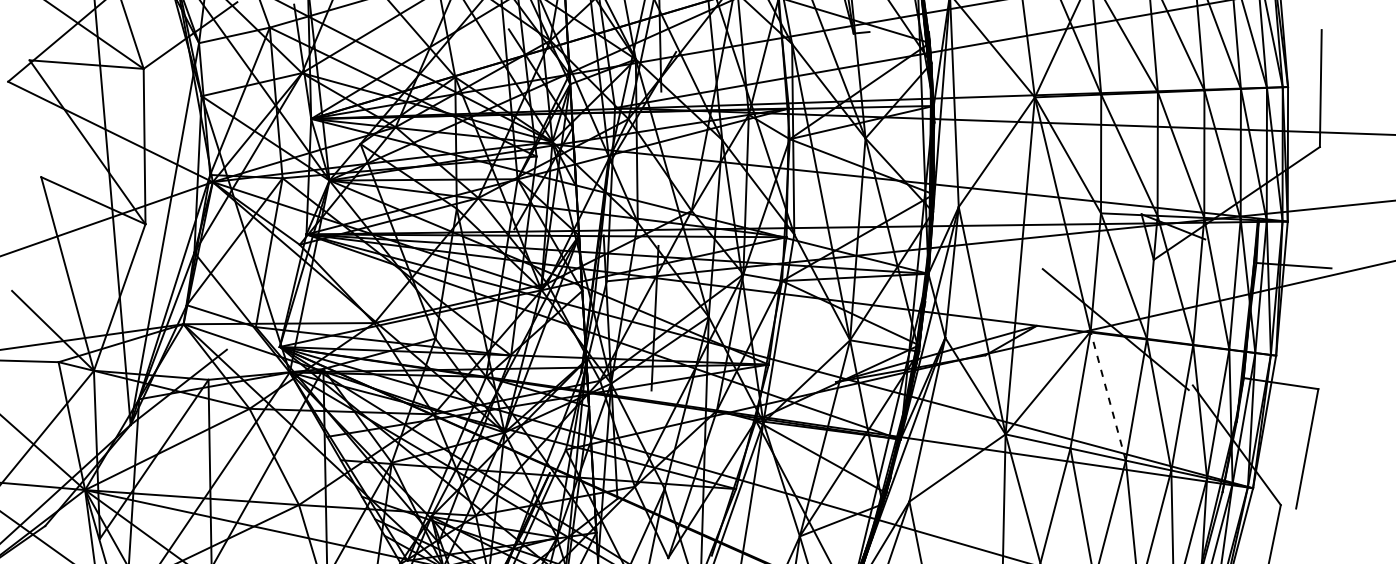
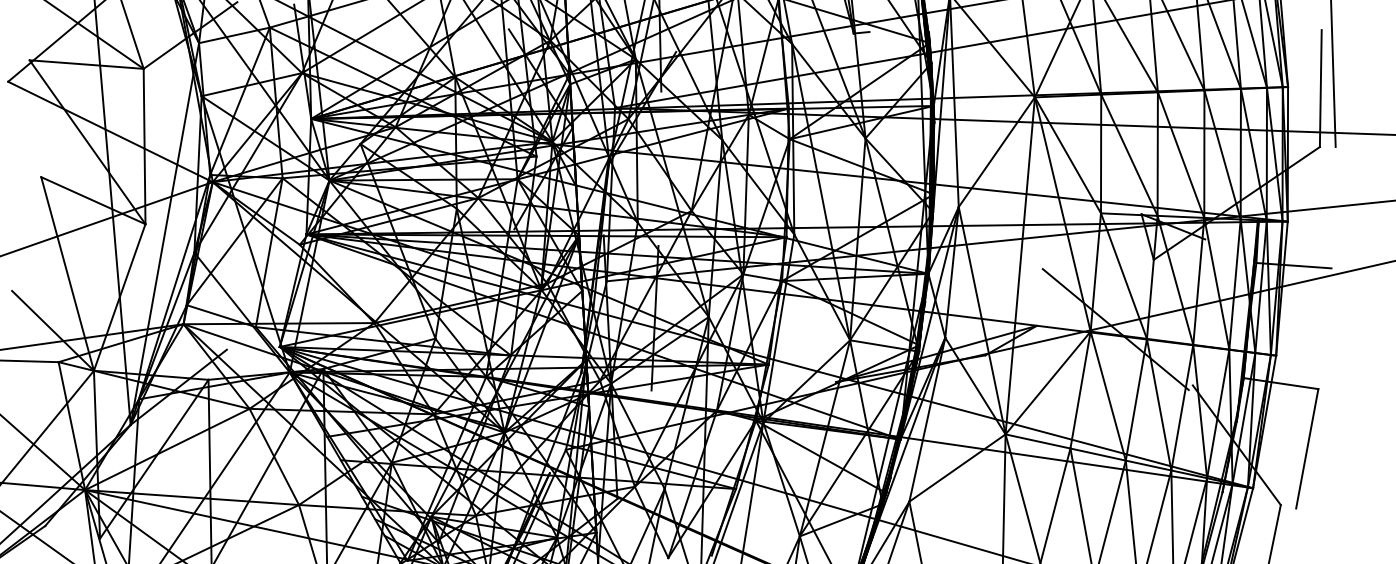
line at (1333, 74): none -> present
line at (1108, 396): dashed -> solid
